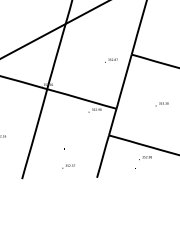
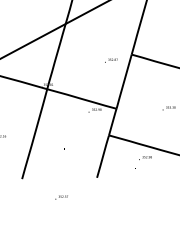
text at (161, 104) position: (161, 104) -> (168, 108)
text at (68, 166) position: (68, 166) -> (61, 197)
